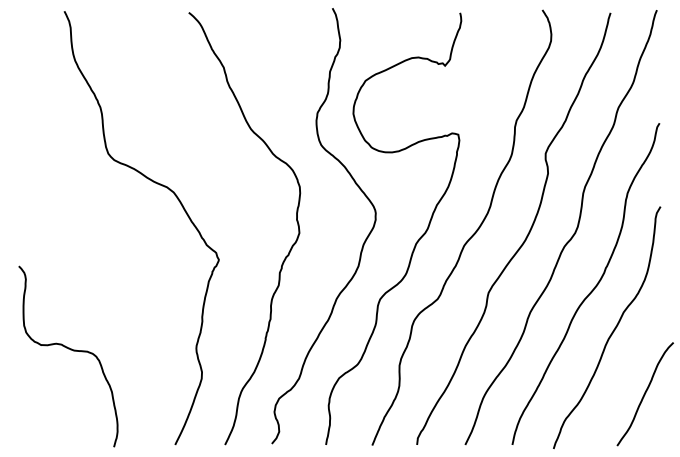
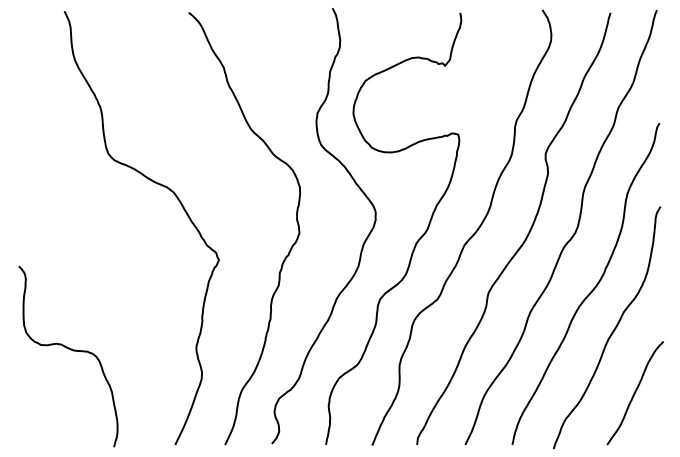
curve at (644, 394) position: (644, 394) -> (634, 393)
